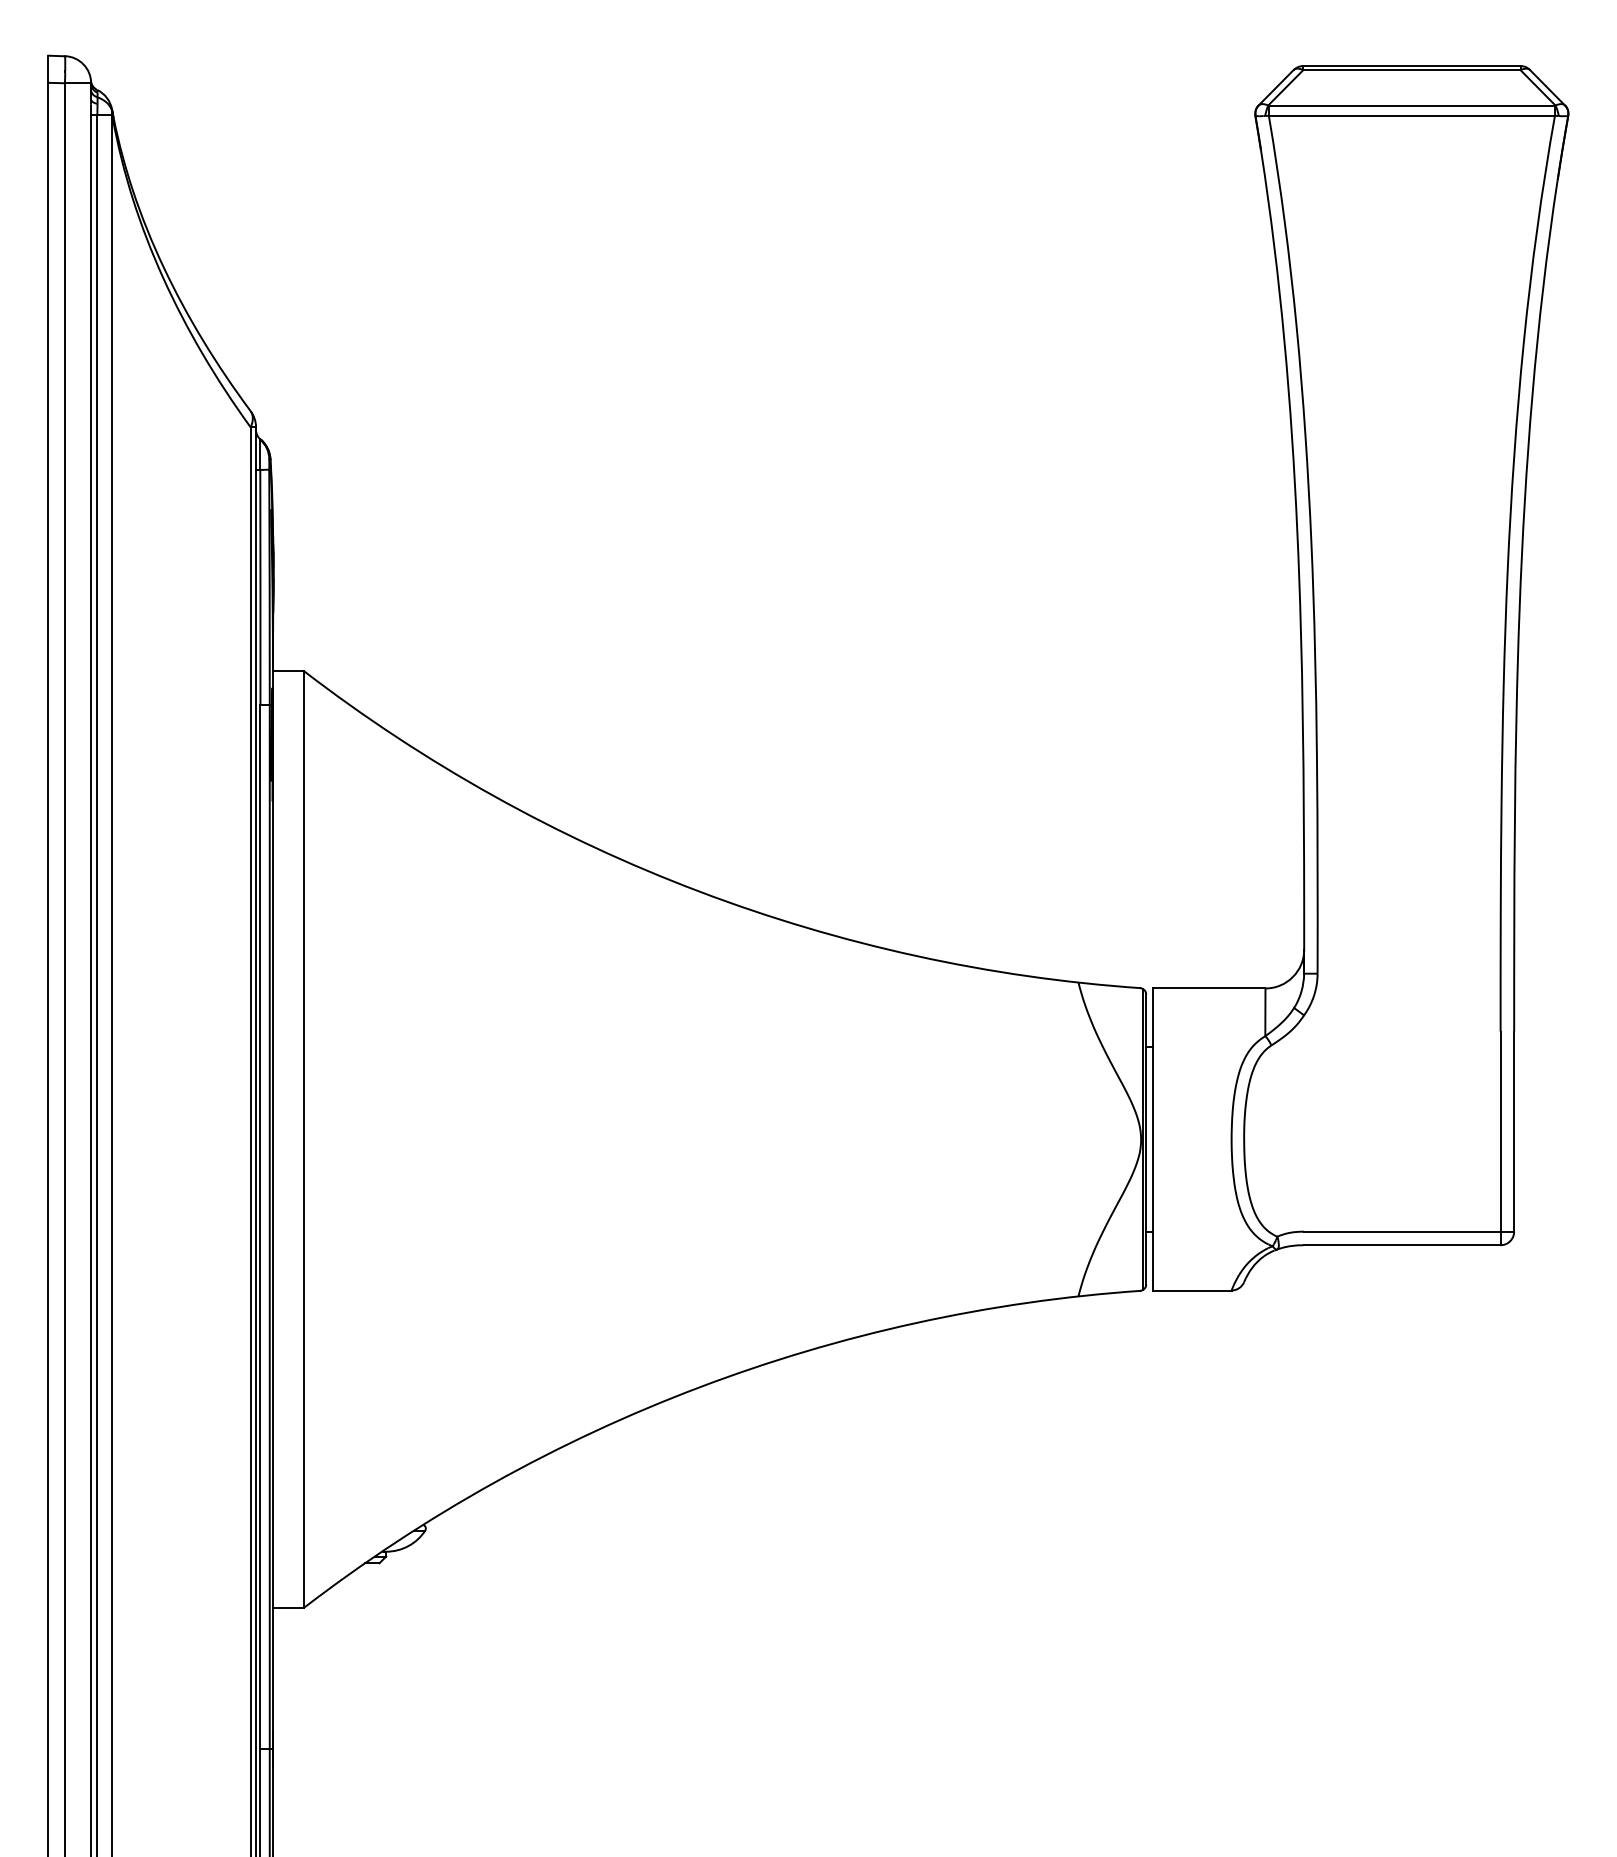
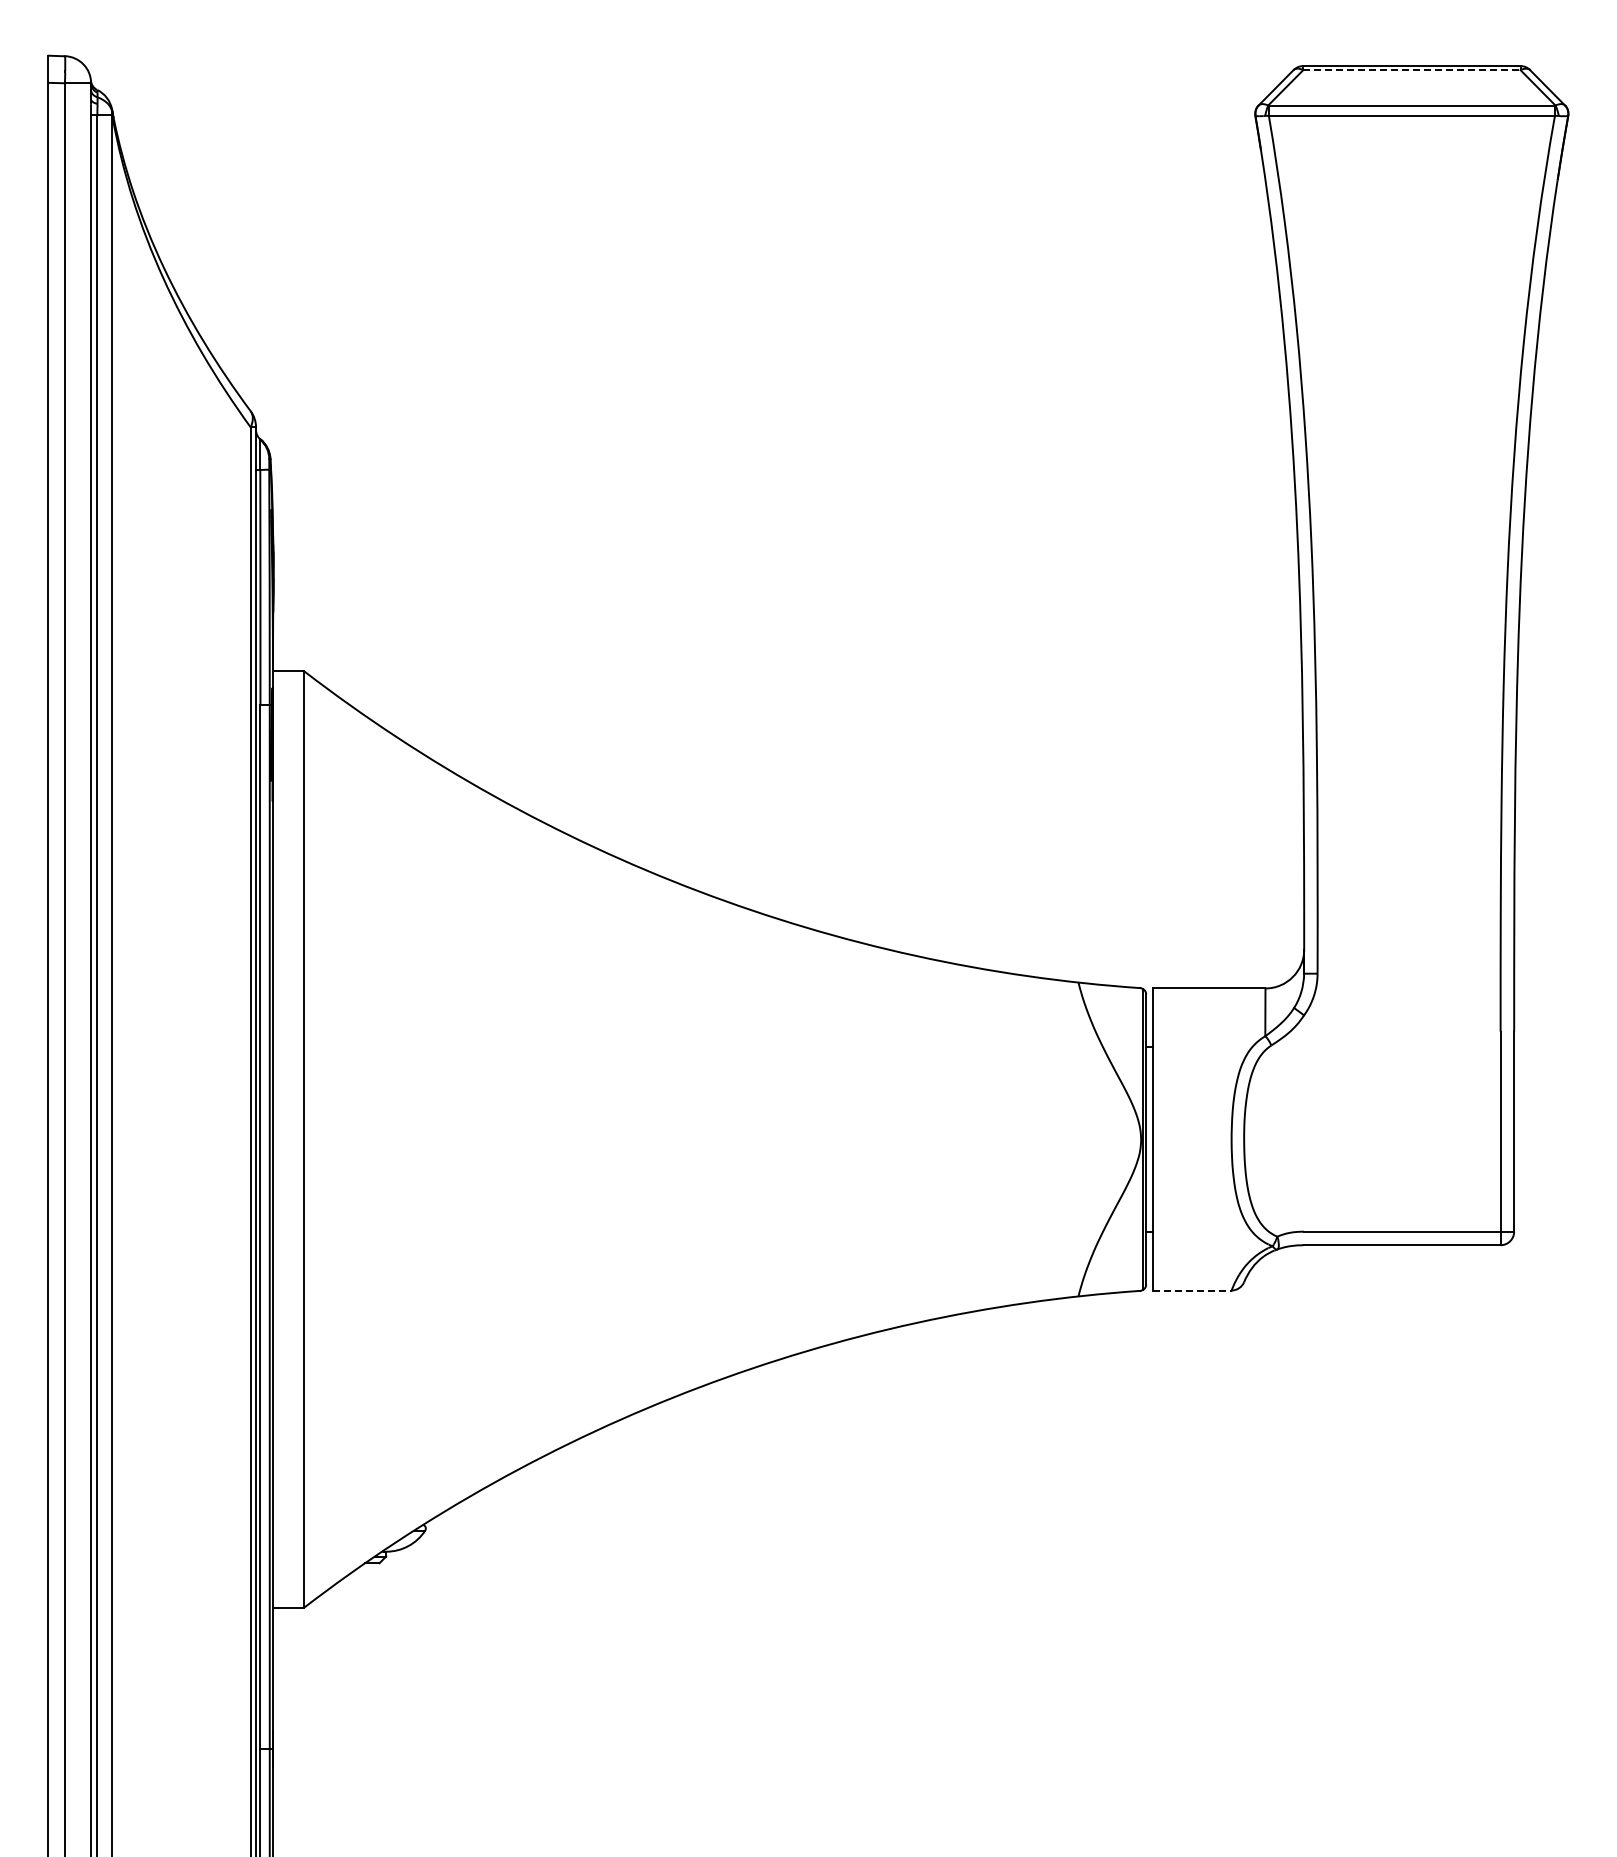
line at (1411, 70): solid -> dashed
line at (1192, 1290): solid -> dashed
